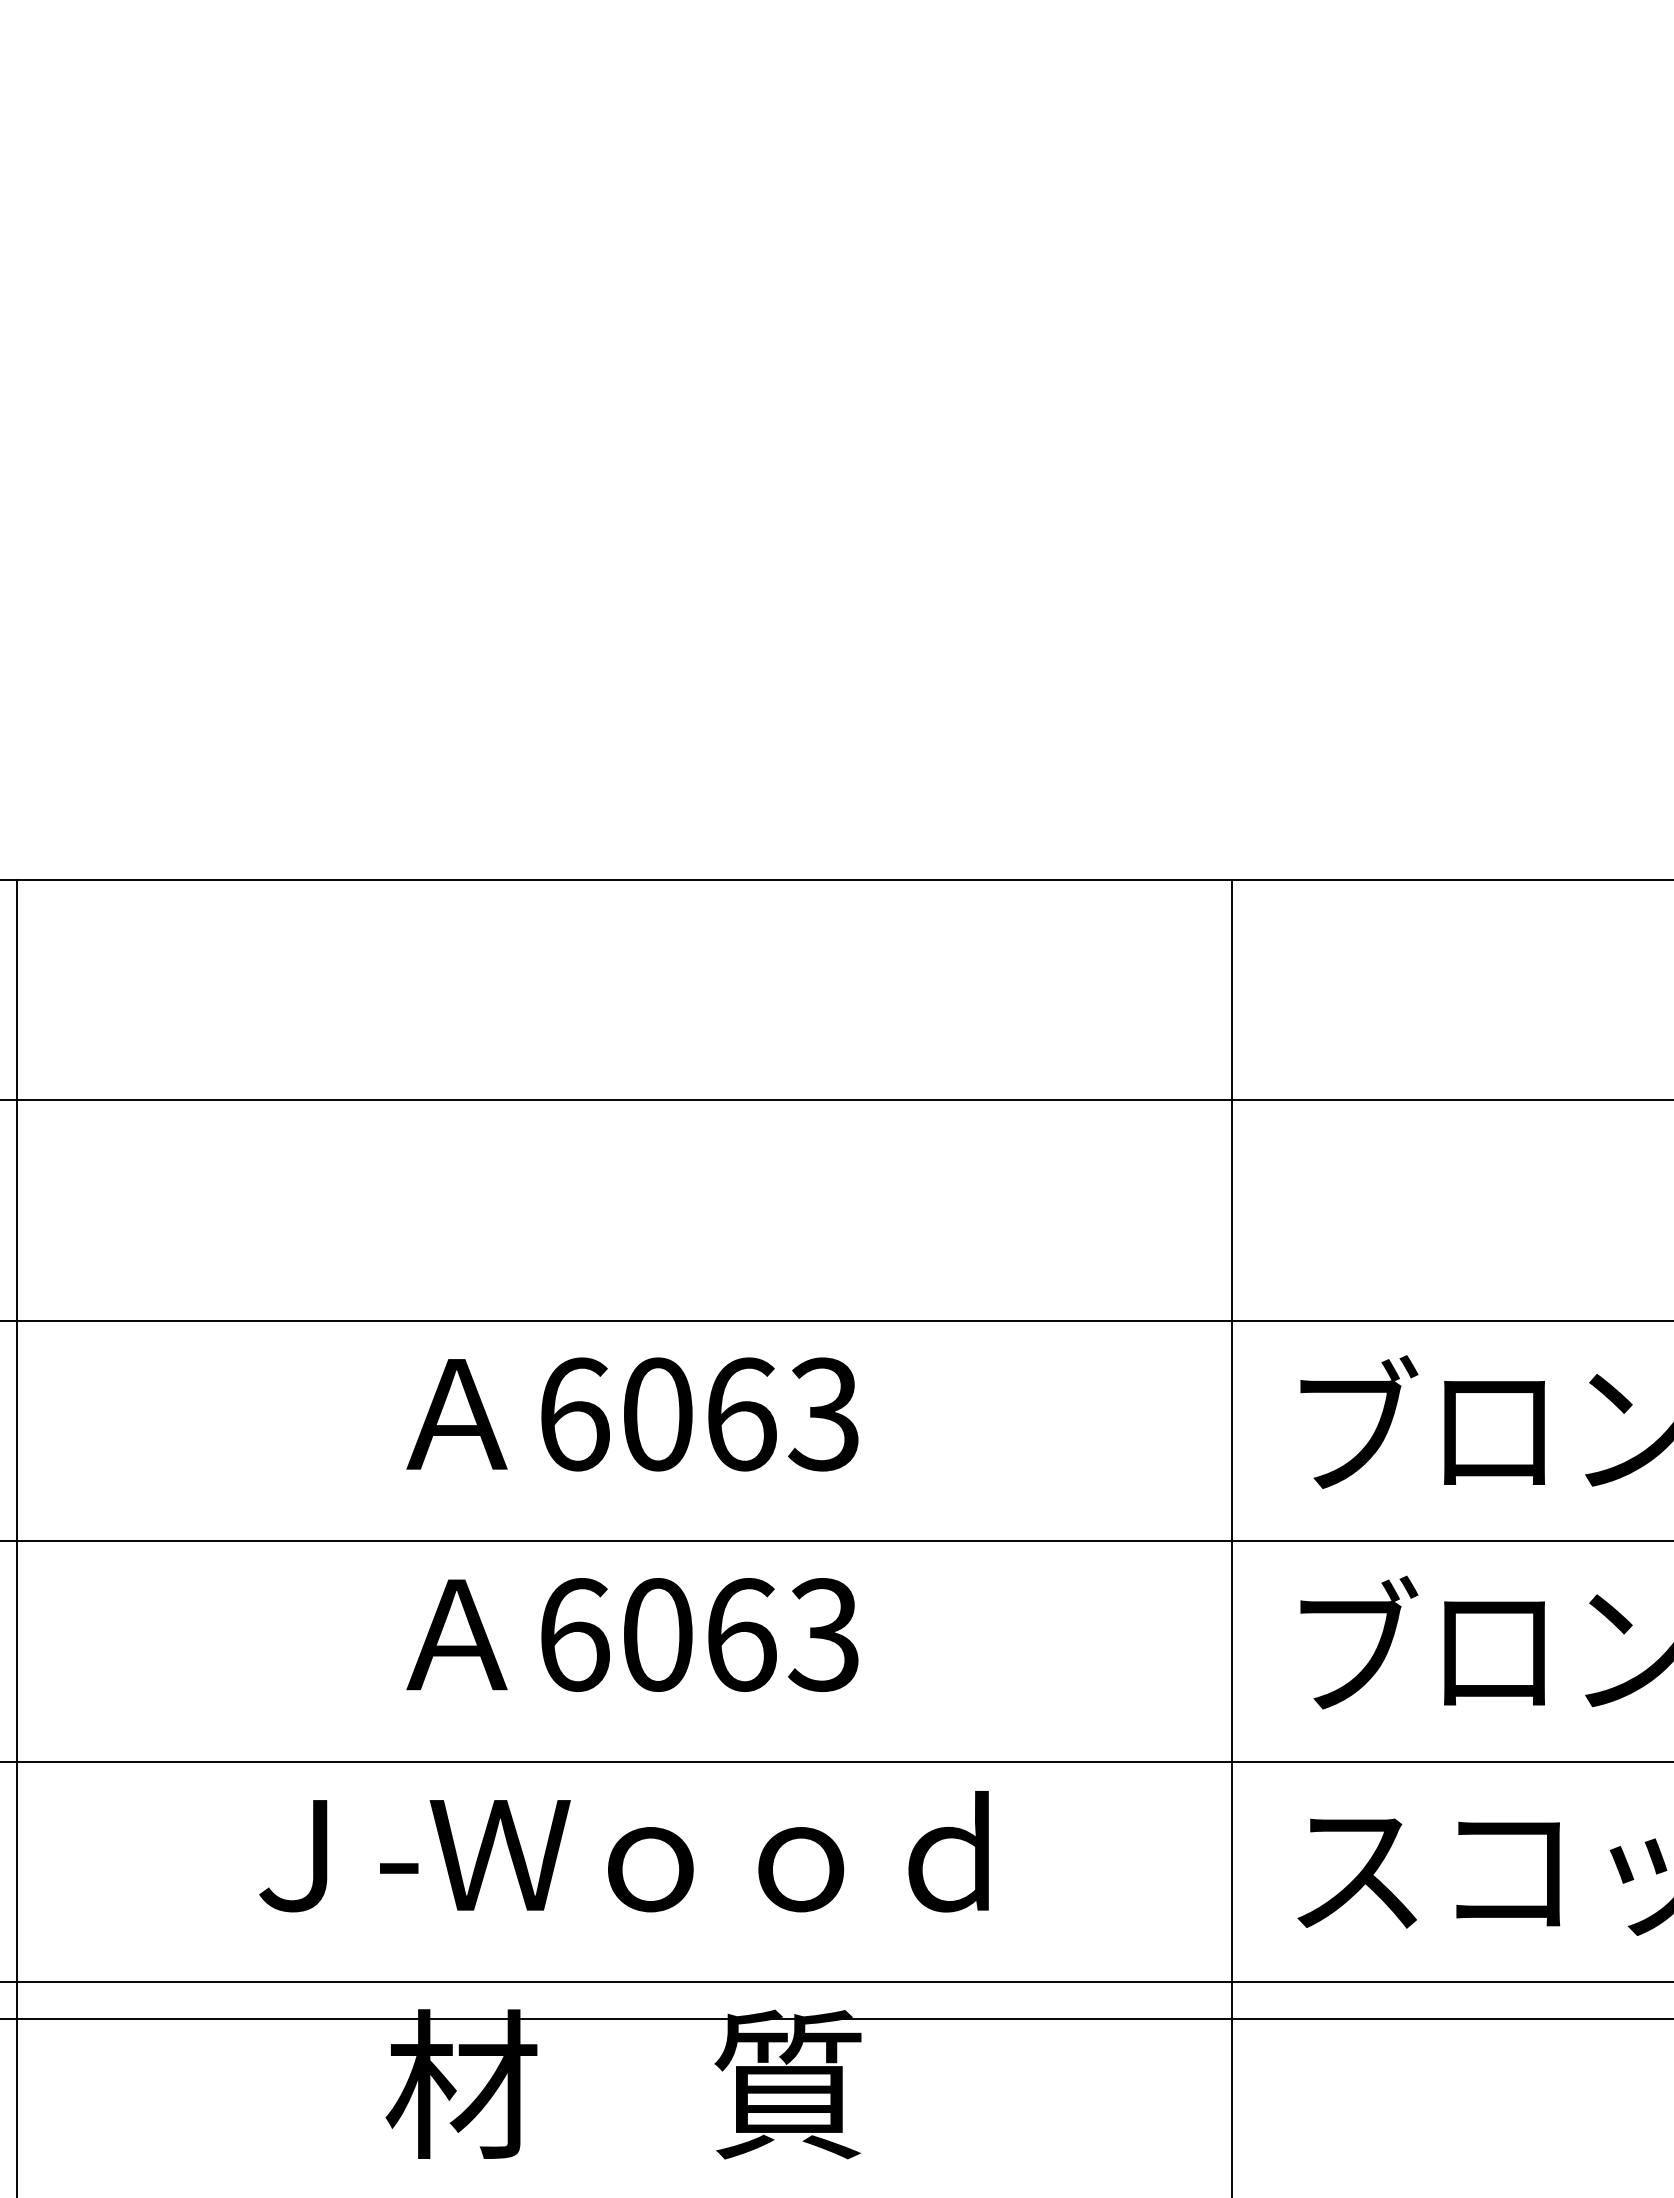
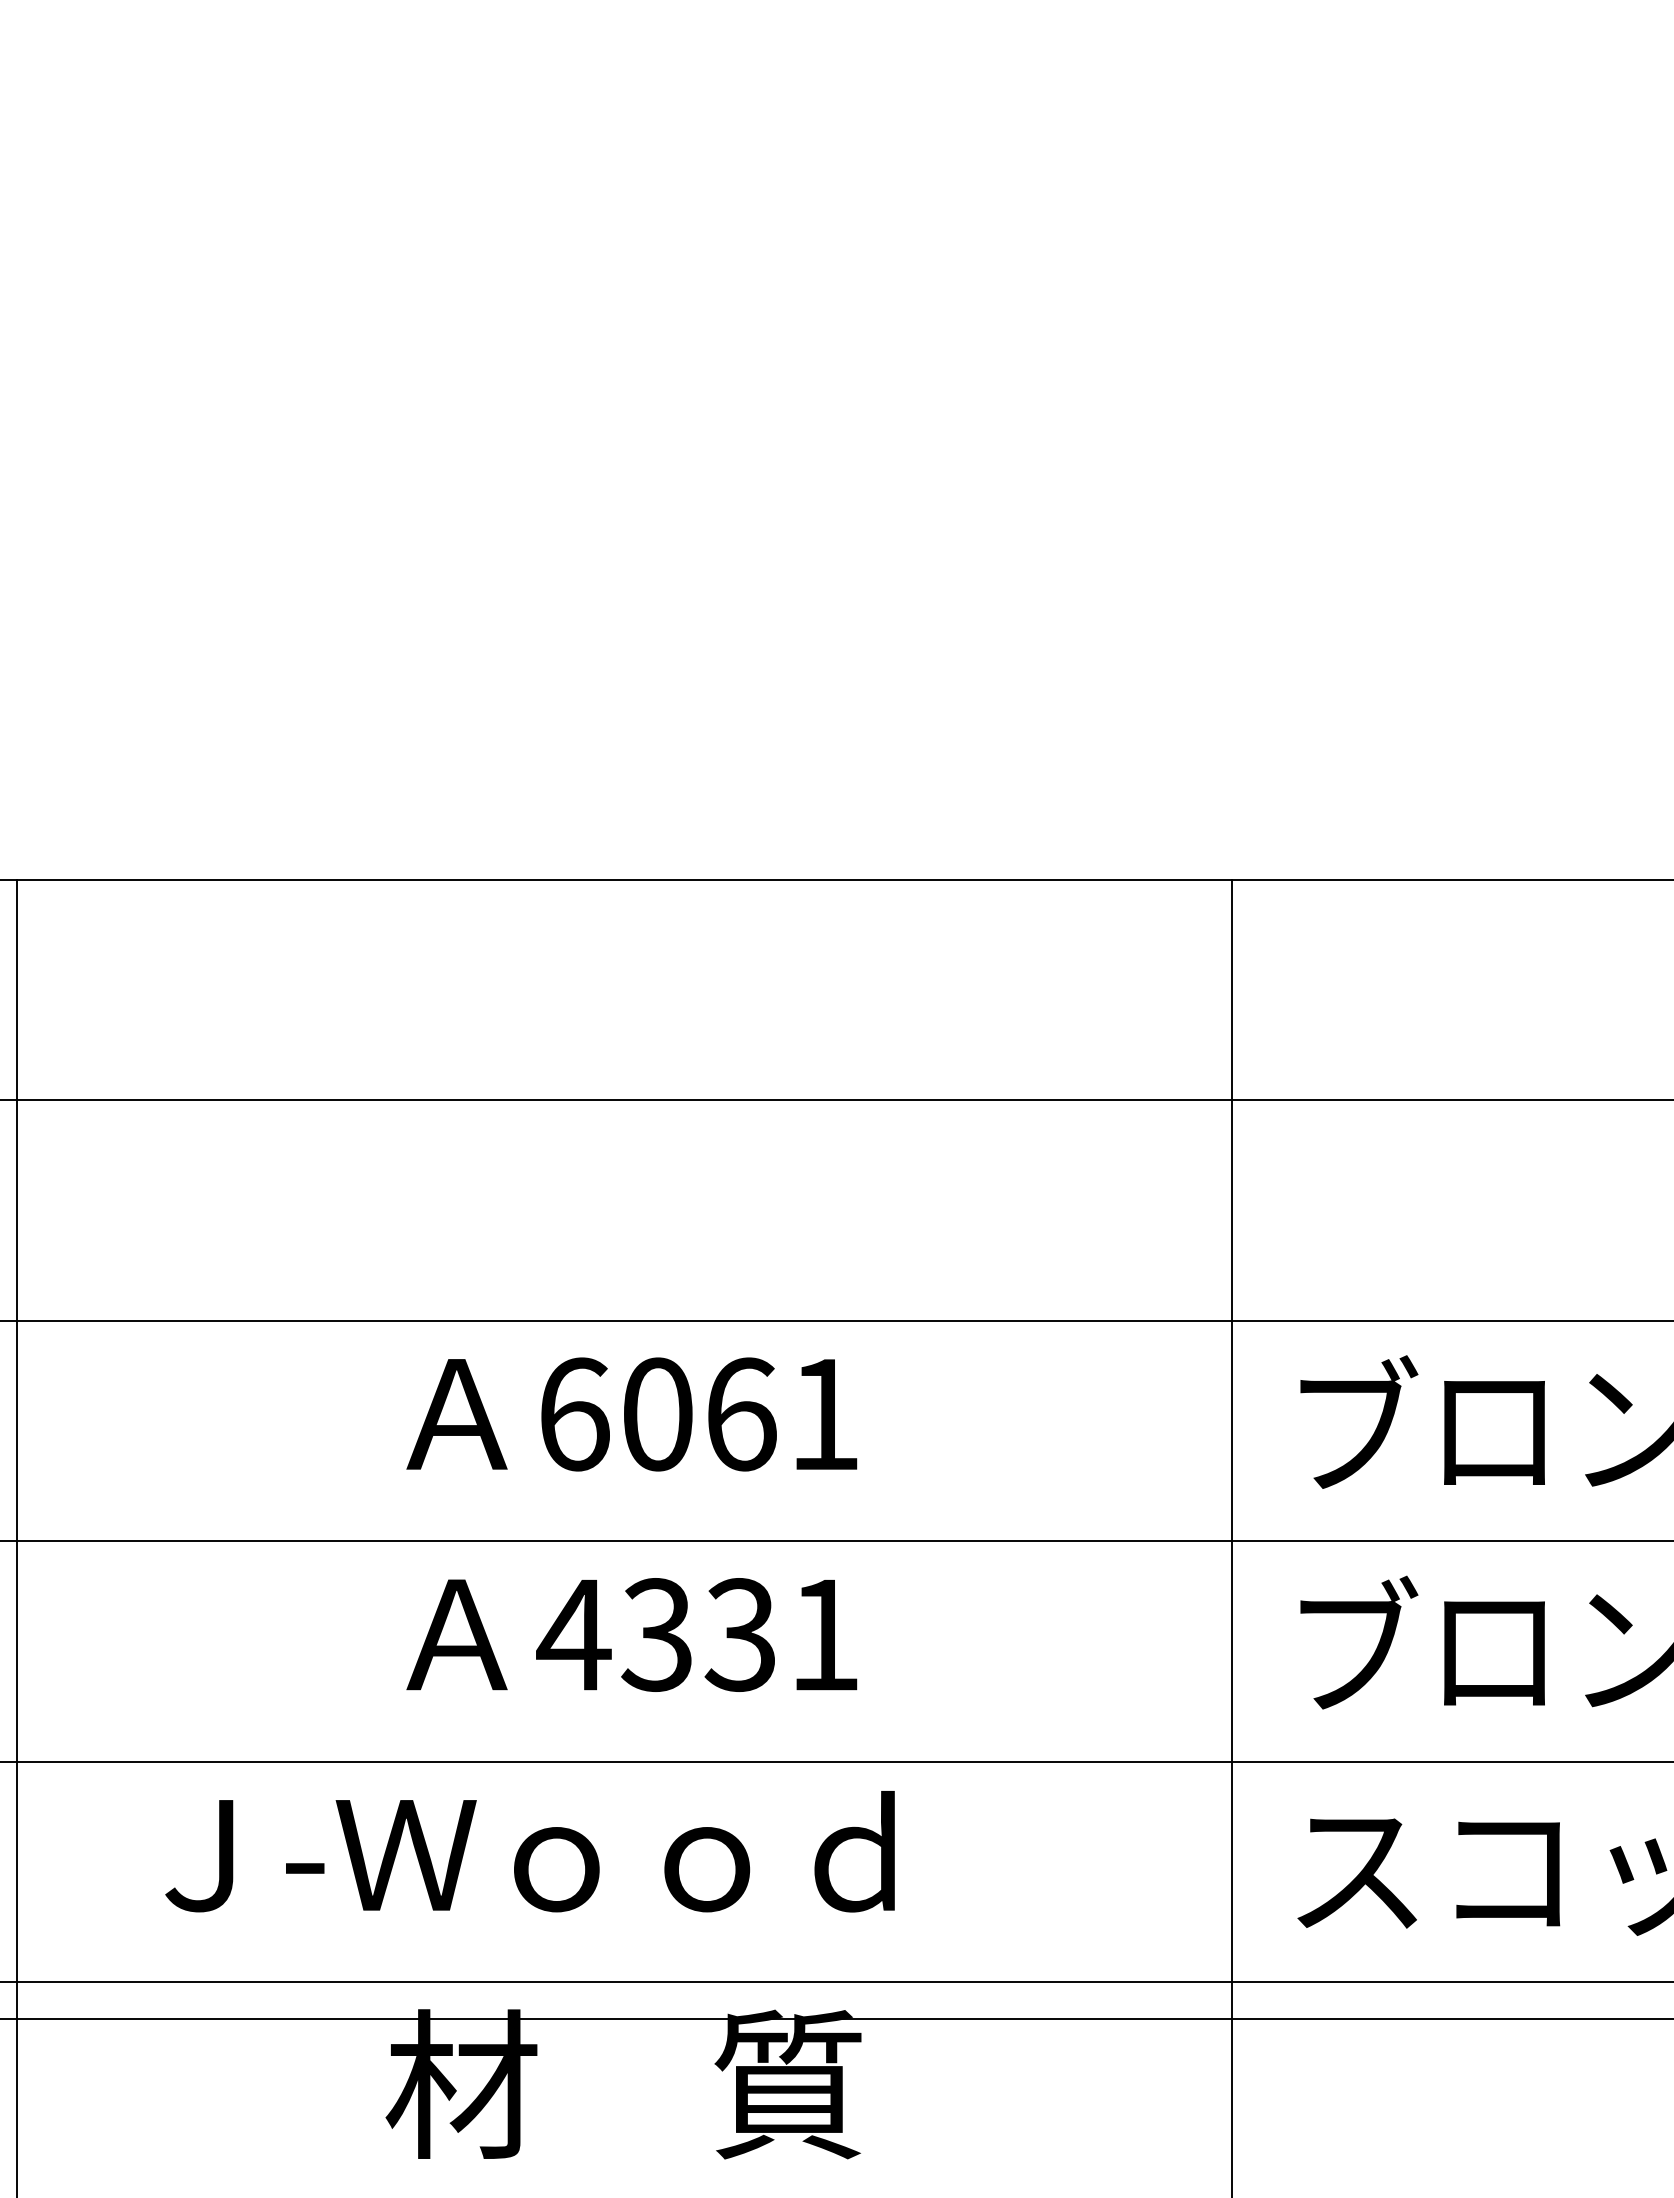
text at (823, 1414): 6063 -> 6061
text at (697, 1634): 6063 -> 4331
text at (623, 1851) position: (623, 1851) -> (529, 1851)
